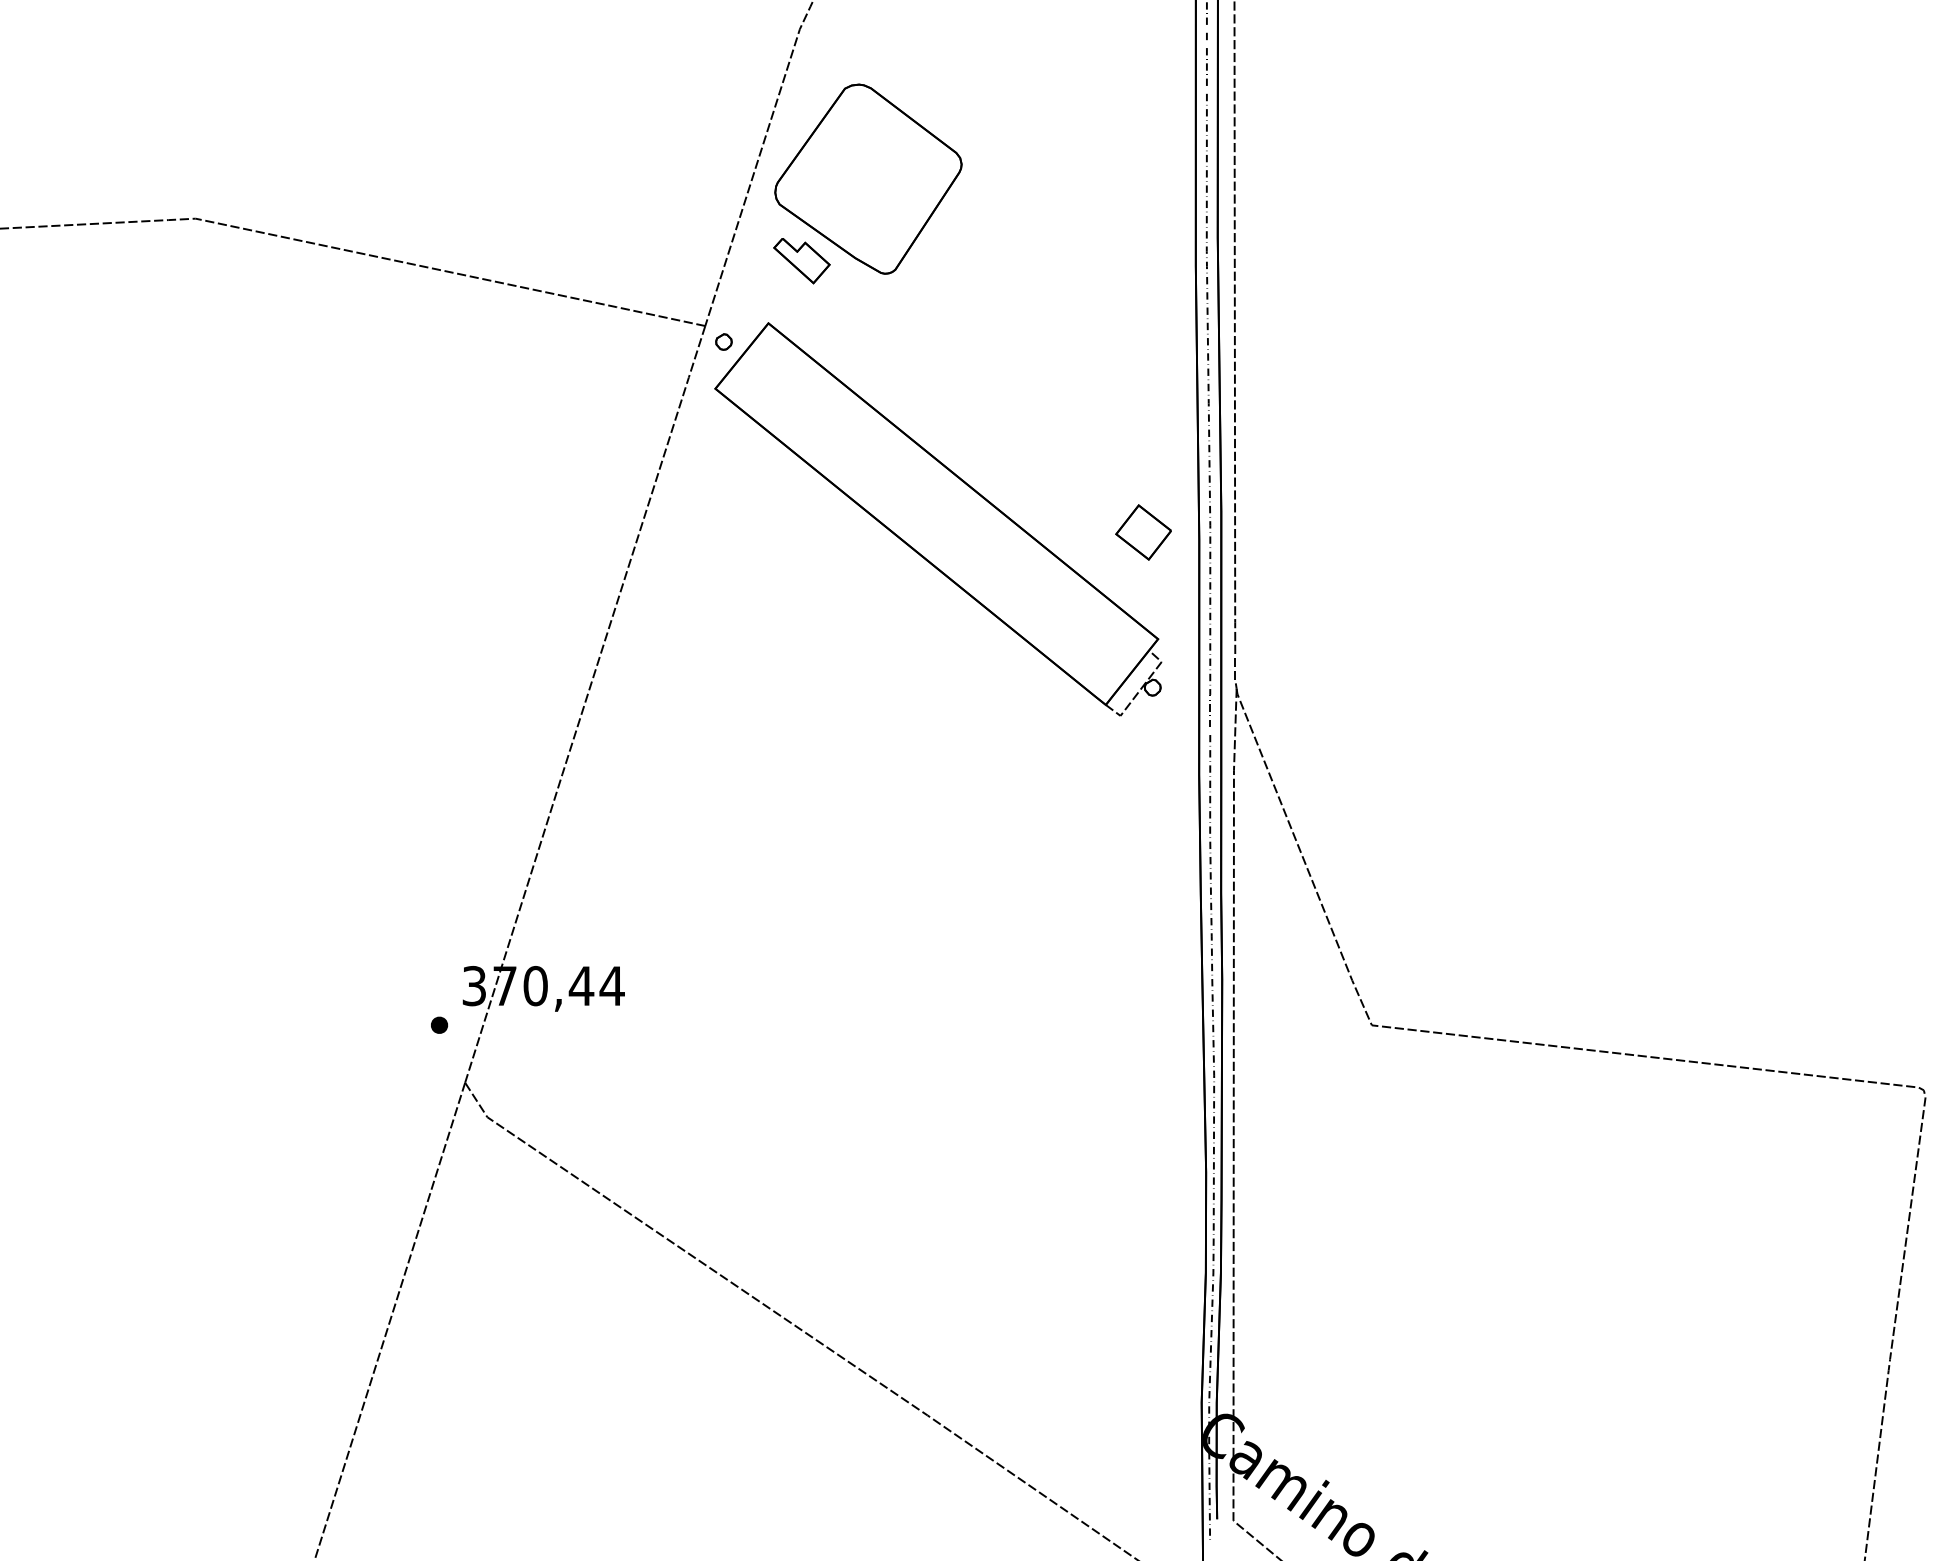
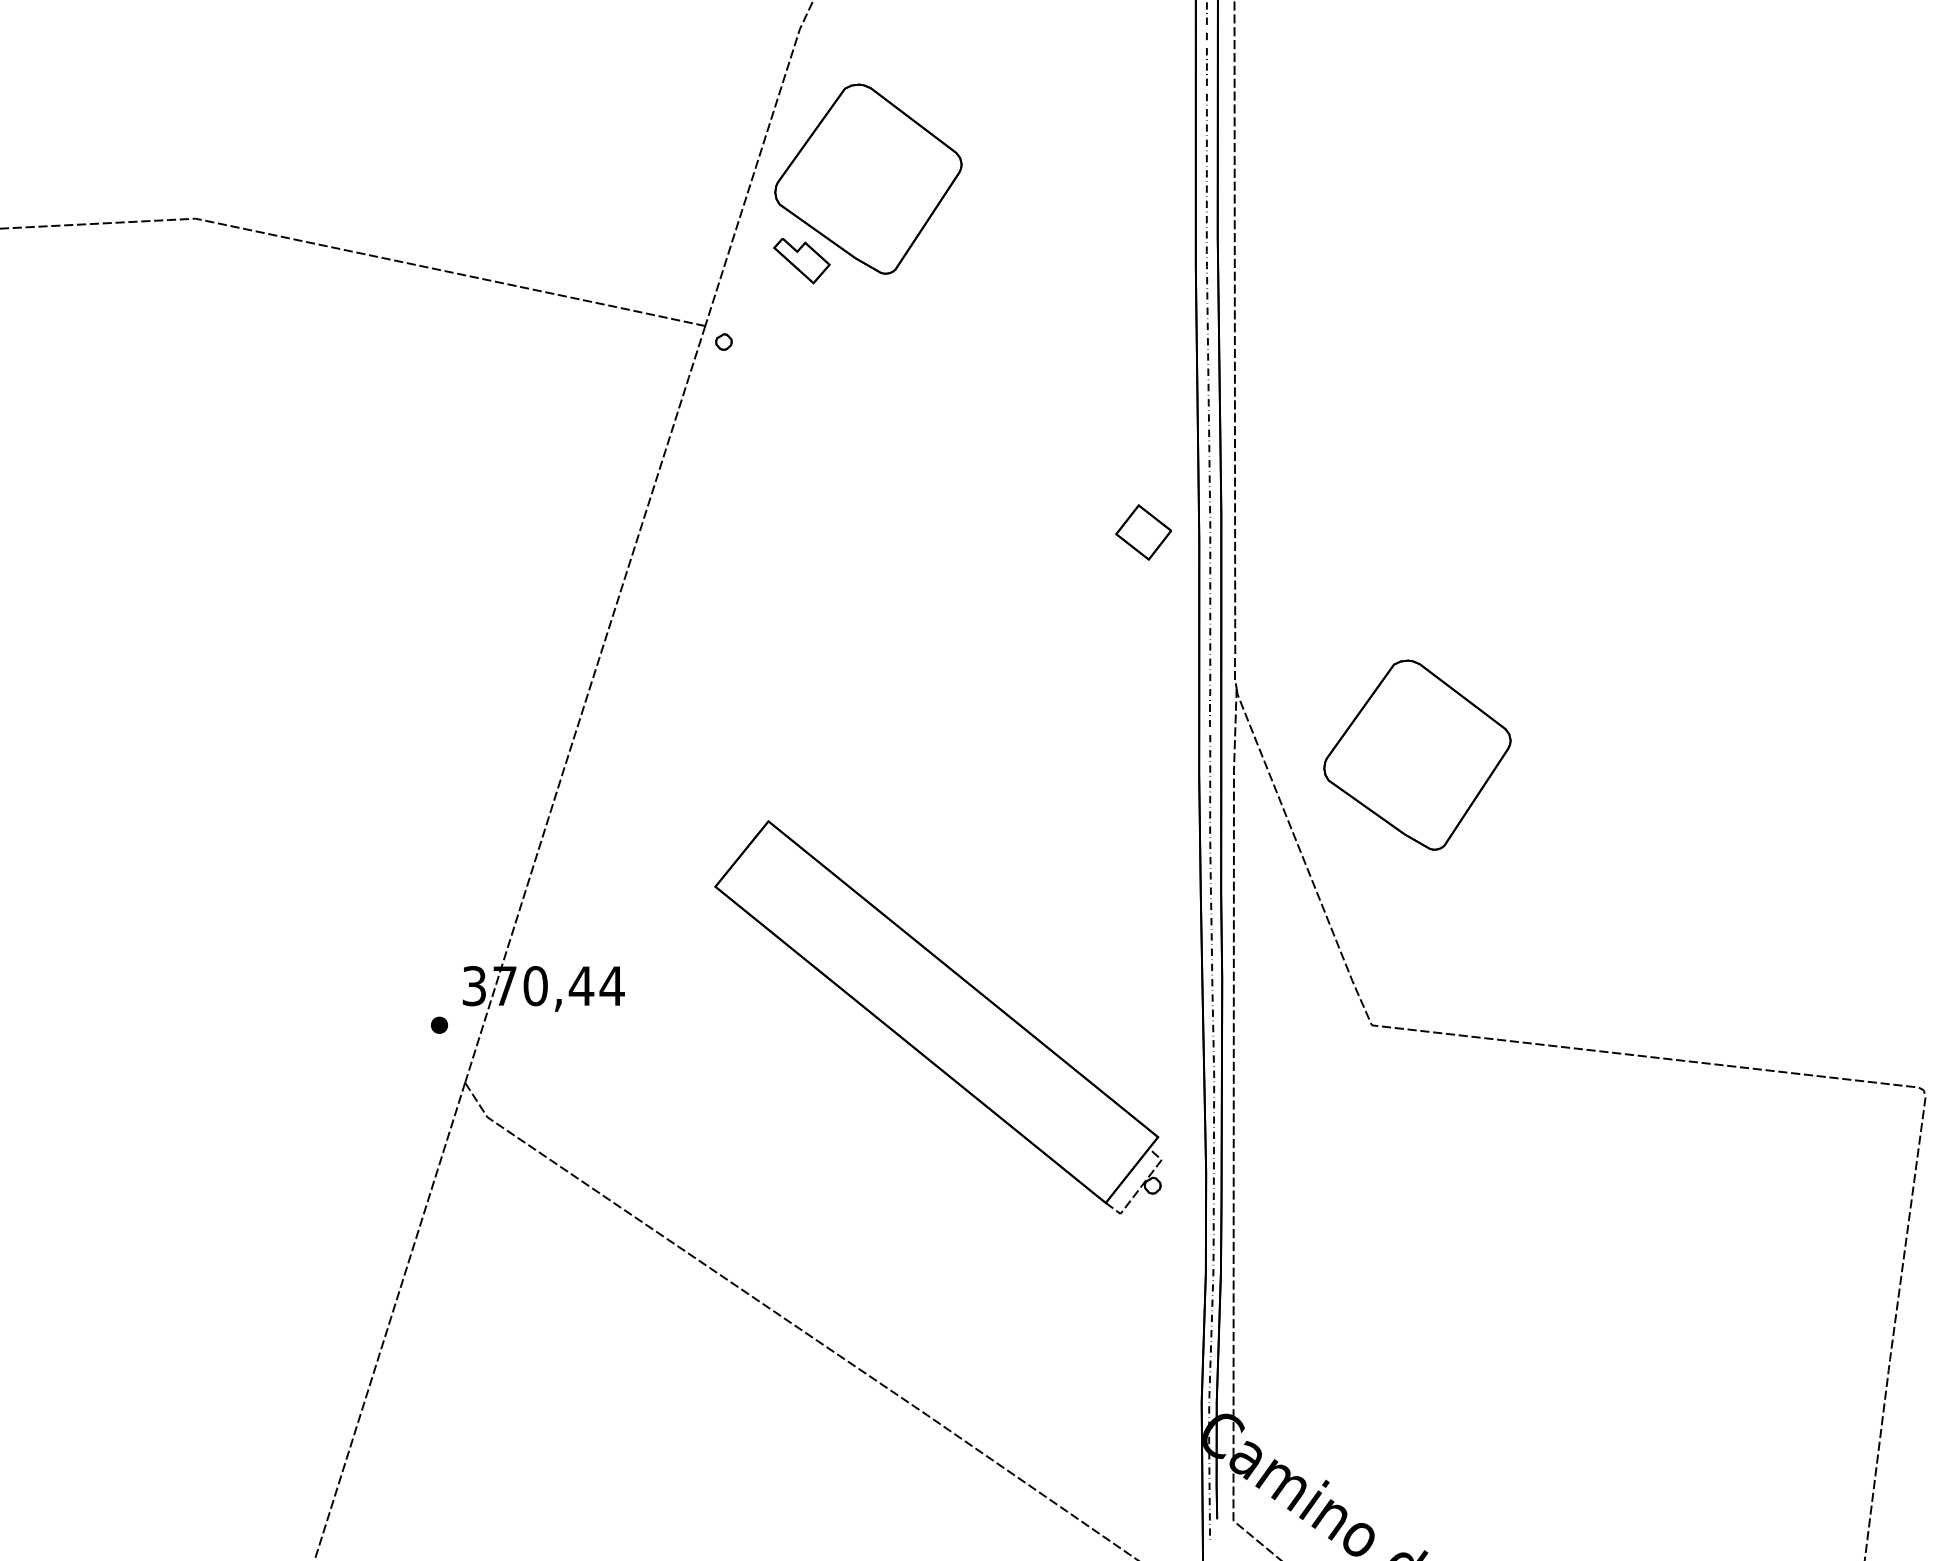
part at (938, 519) position: (938, 519) -> (938, 1017)
part at (1417, 754): none -> present
